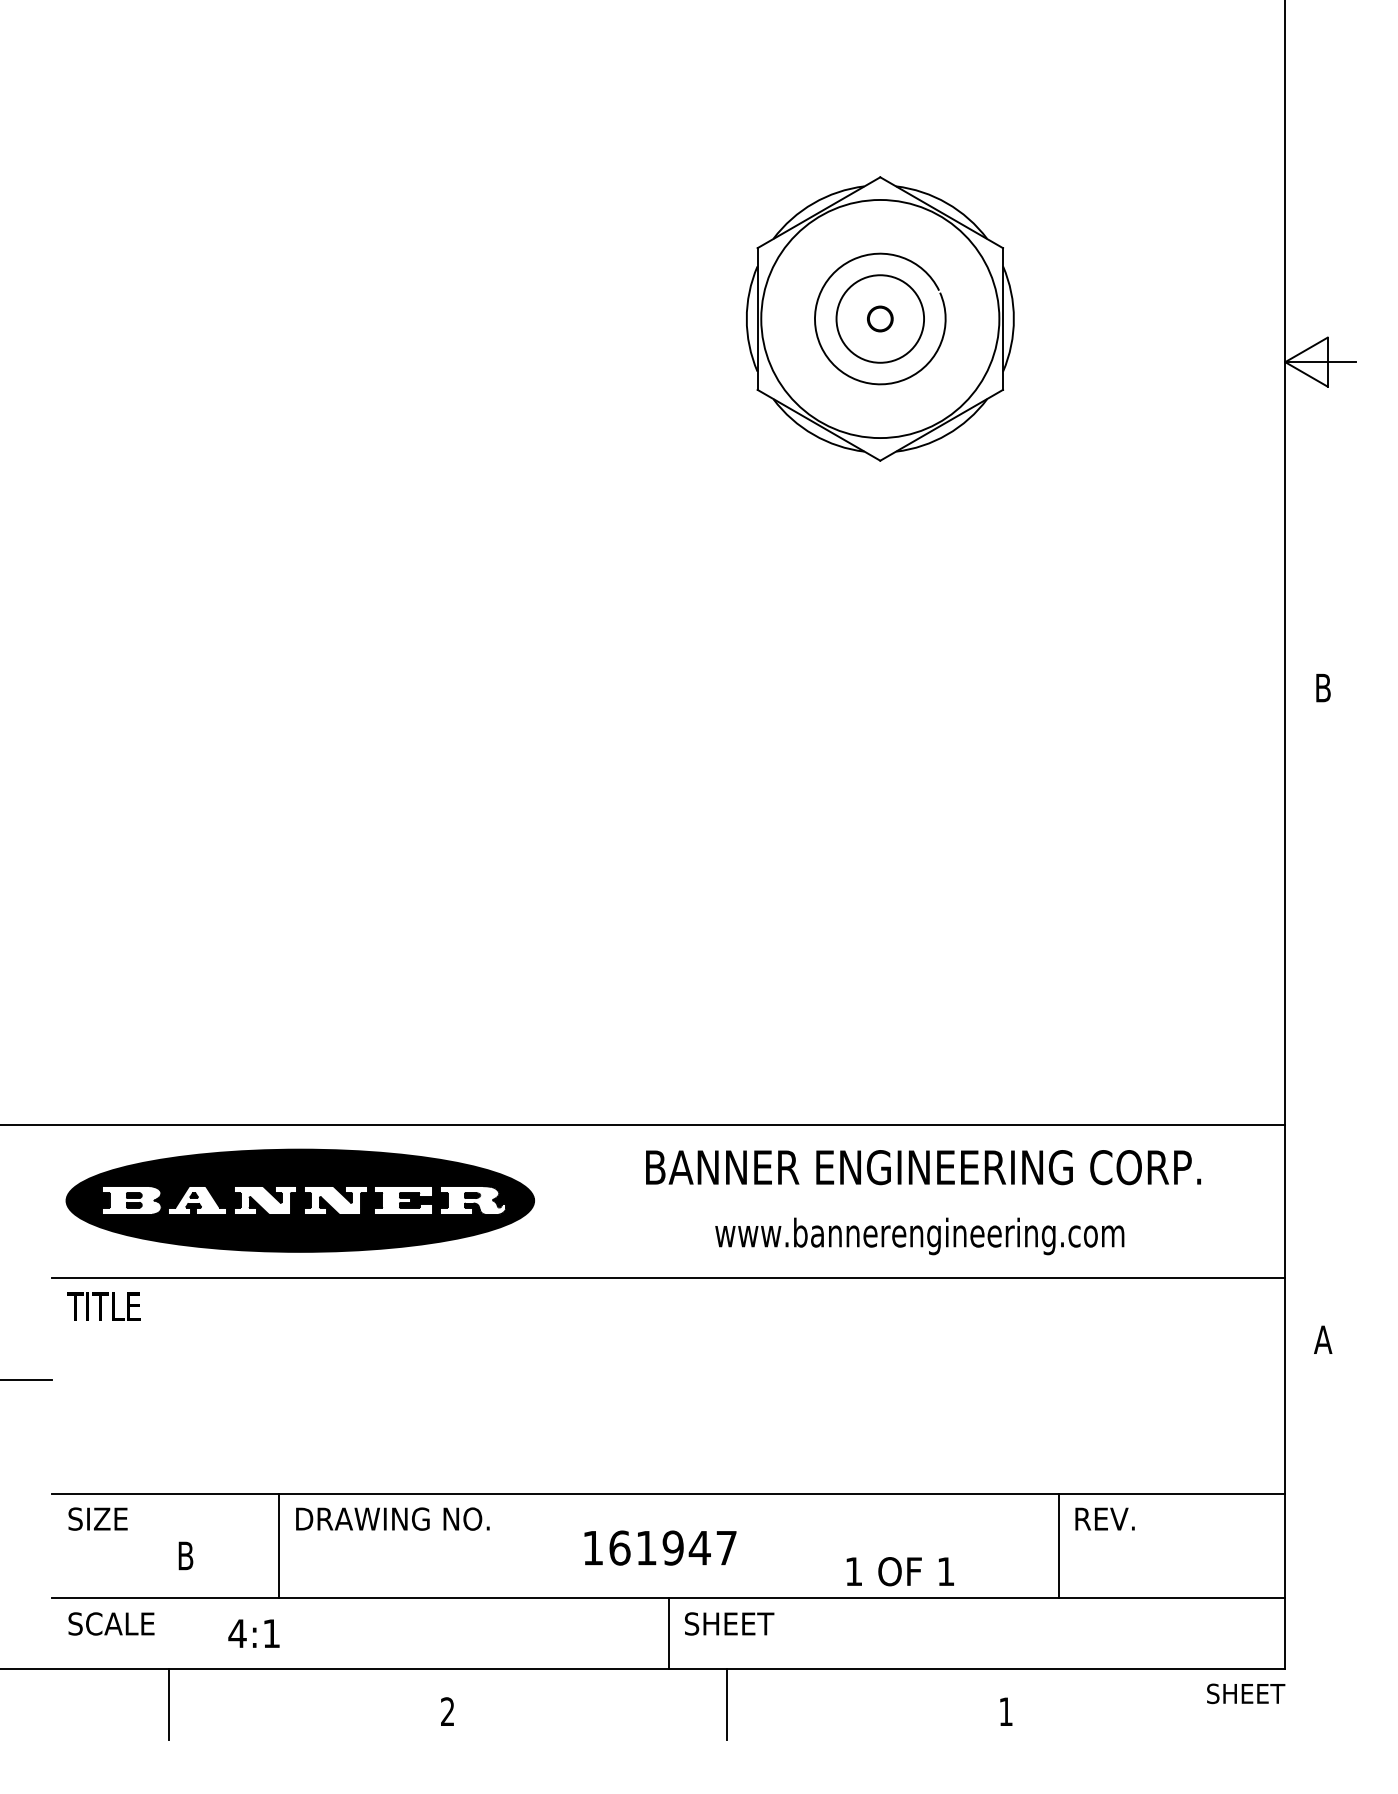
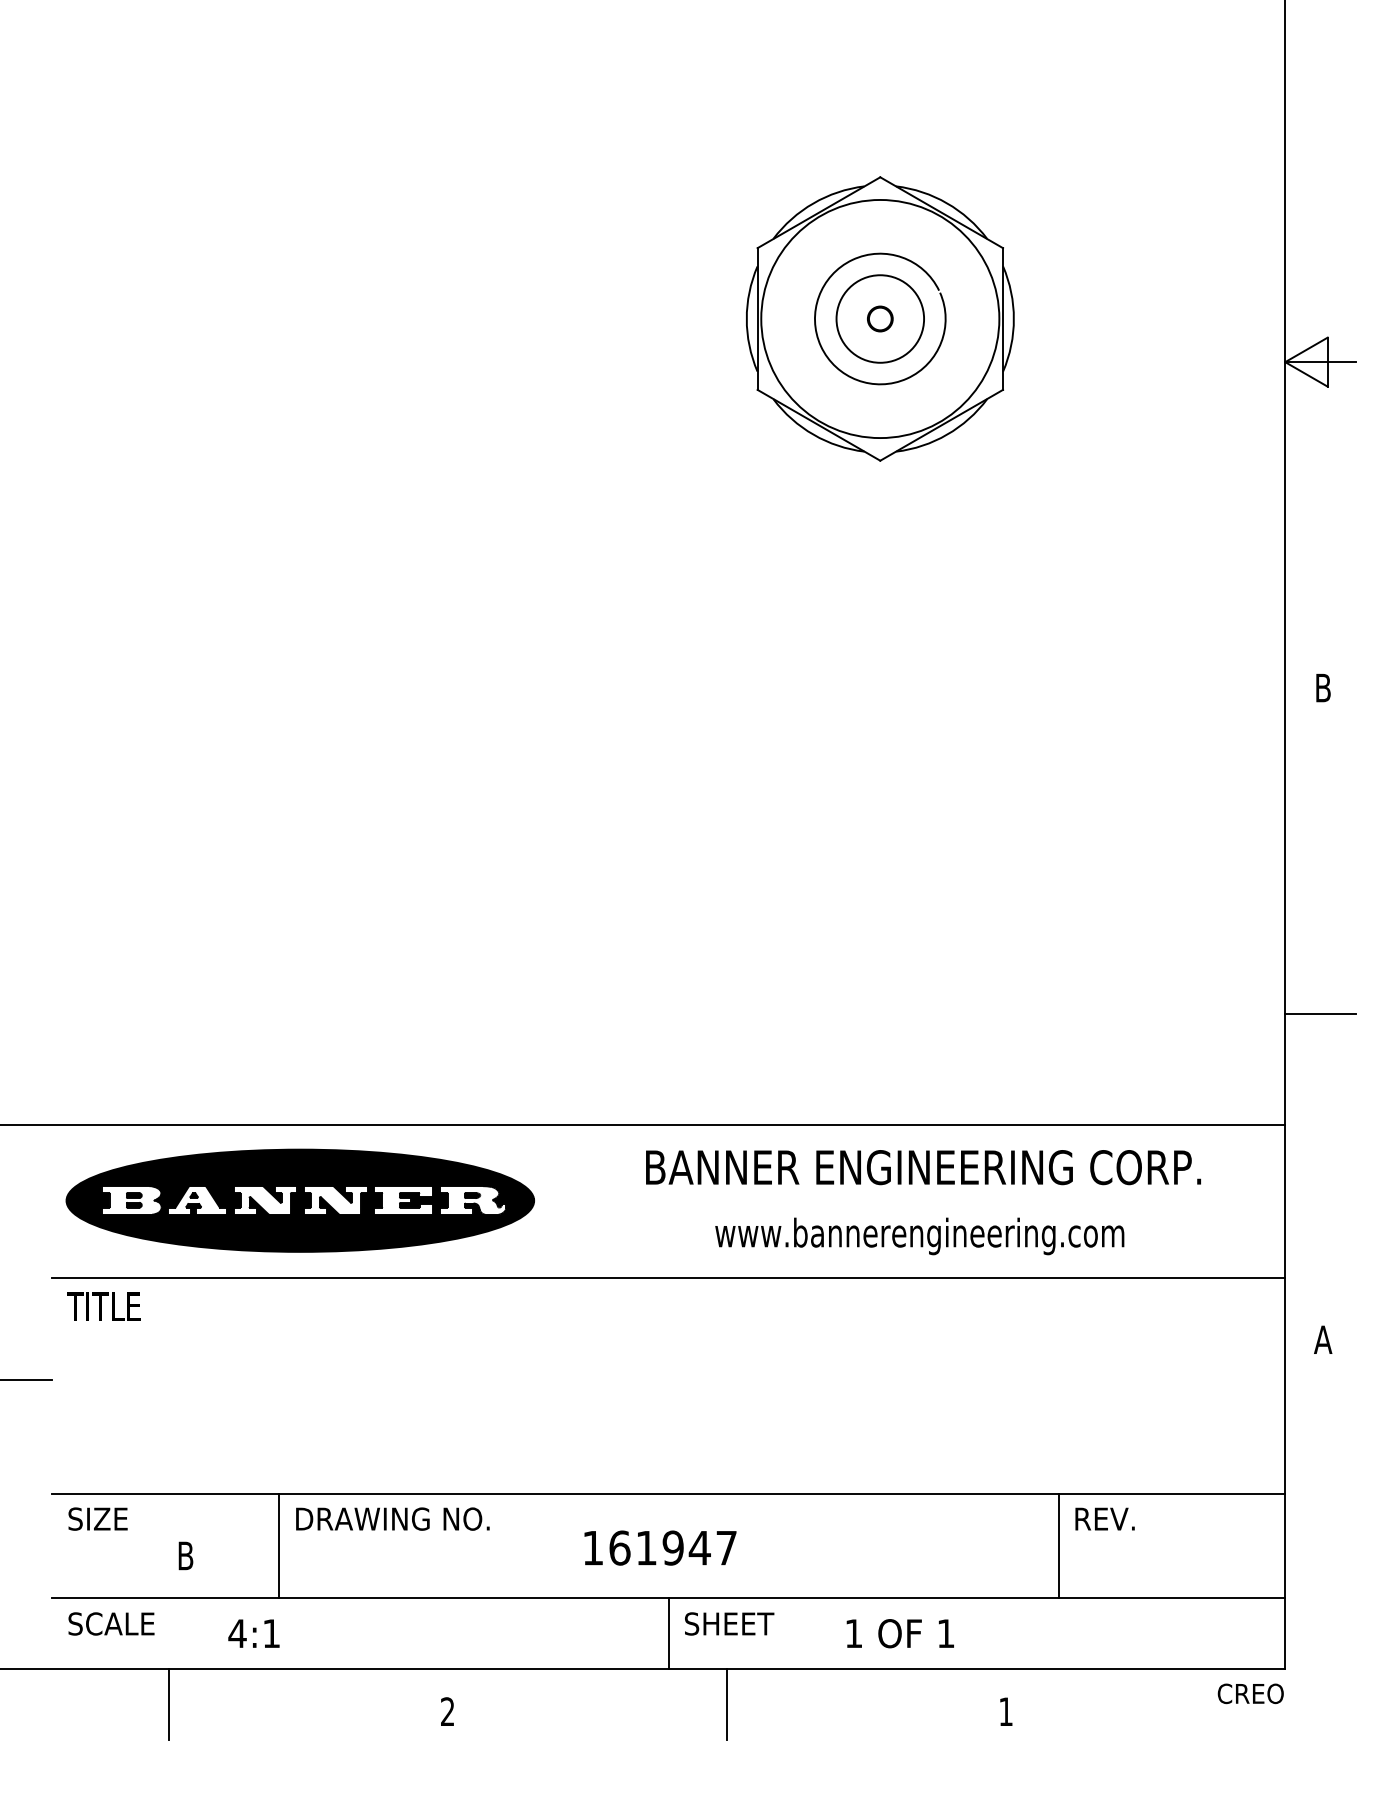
line at (1320, 1013): none -> present
text at (899, 1571) position: (899, 1571) -> (899, 1633)
text at (1246, 1693): SHEET -> CREO
